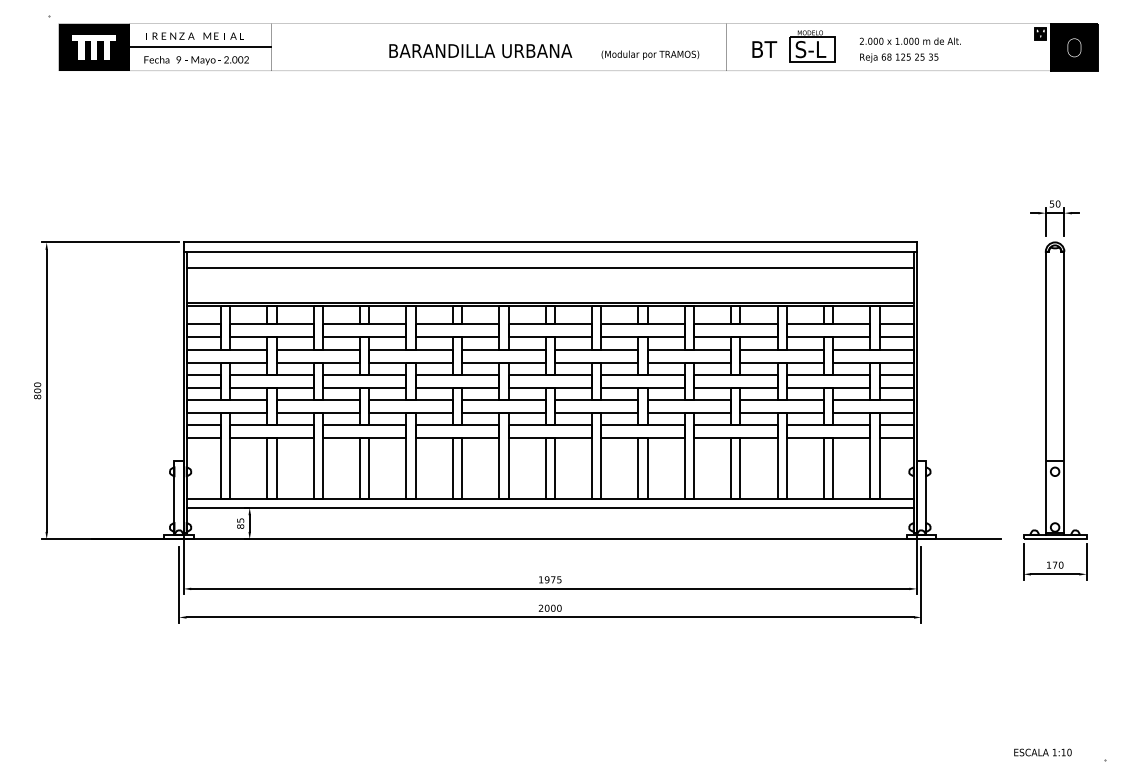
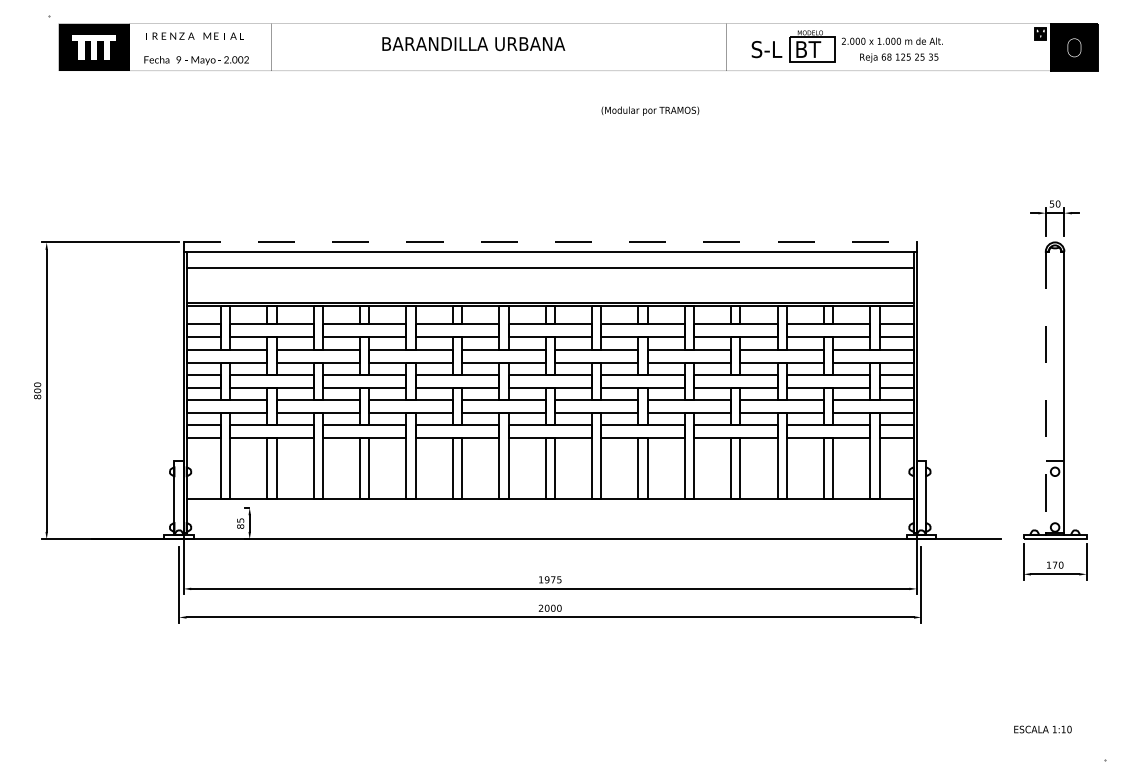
text at (909, 40) position: (909, 40) -> (891, 40)
line at (200, 47): present -> none
text at (766, 49): BT -> S-L
text at (810, 49): S-L -> BT
text at (480, 51) position: (480, 51) -> (473, 44)
text at (650, 54) position: (650, 54) -> (650, 110)
line at (550, 242): solid -> dashed
line at (1045, 392): solid -> dashed
line at (549, 507): present -> none
text at (1042, 752) position: (1042, 752) -> (1042, 729)
